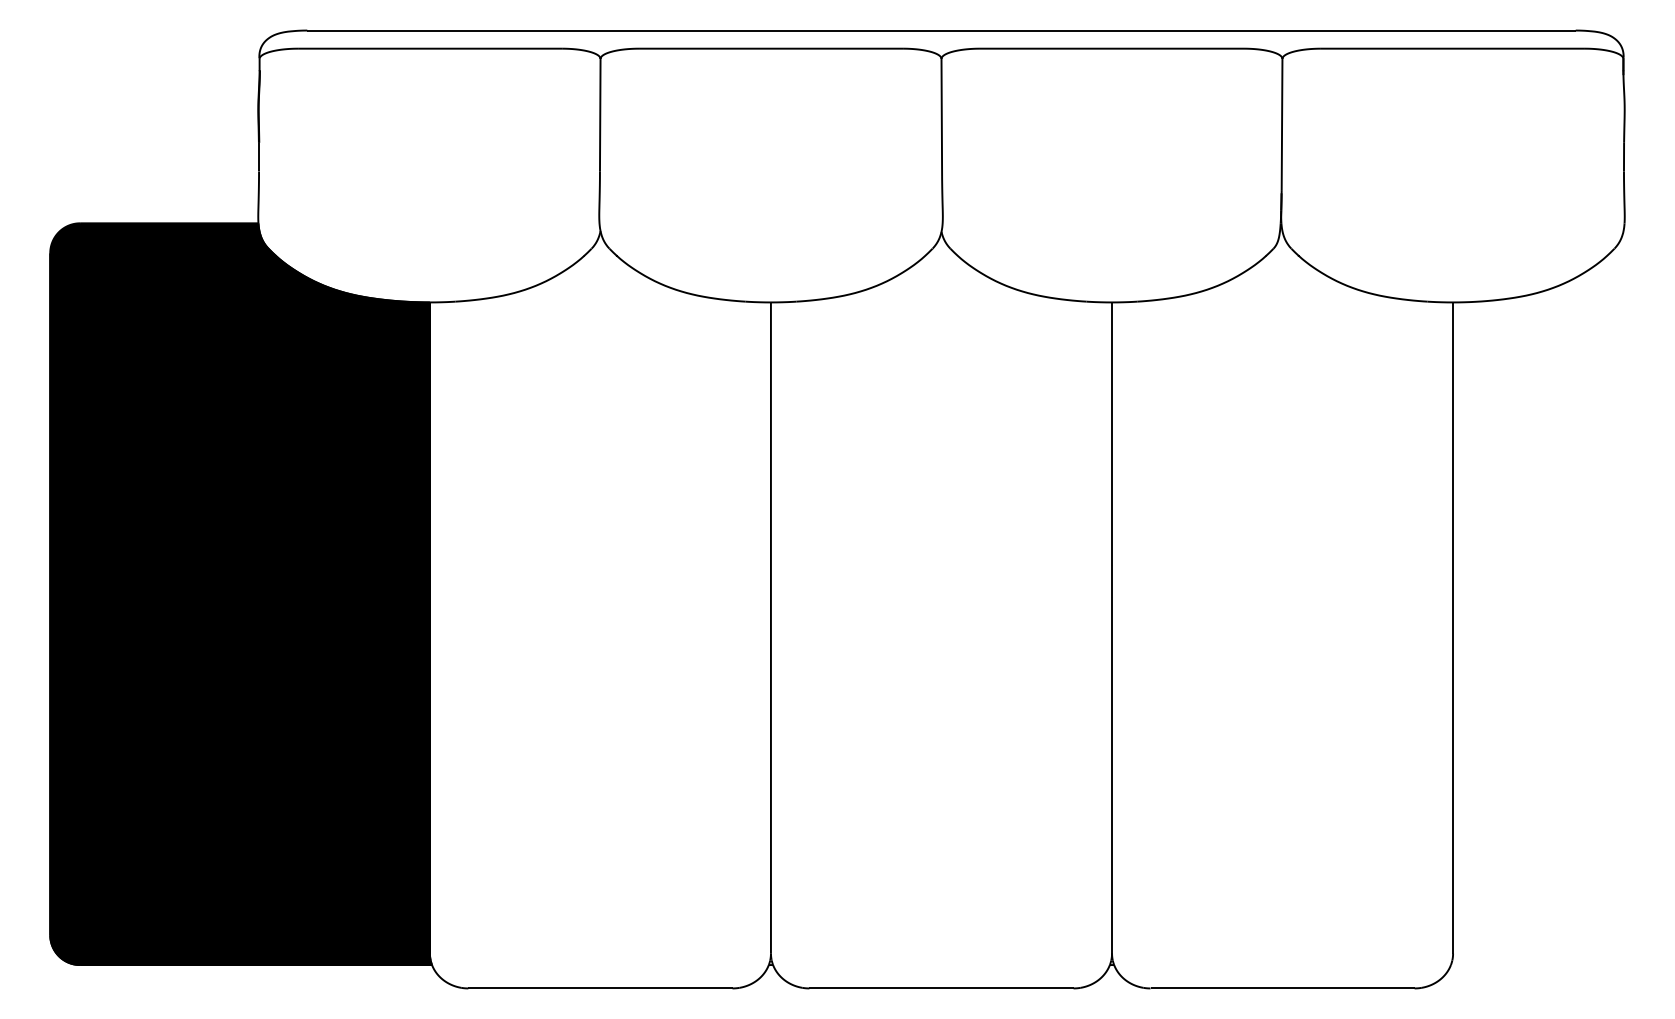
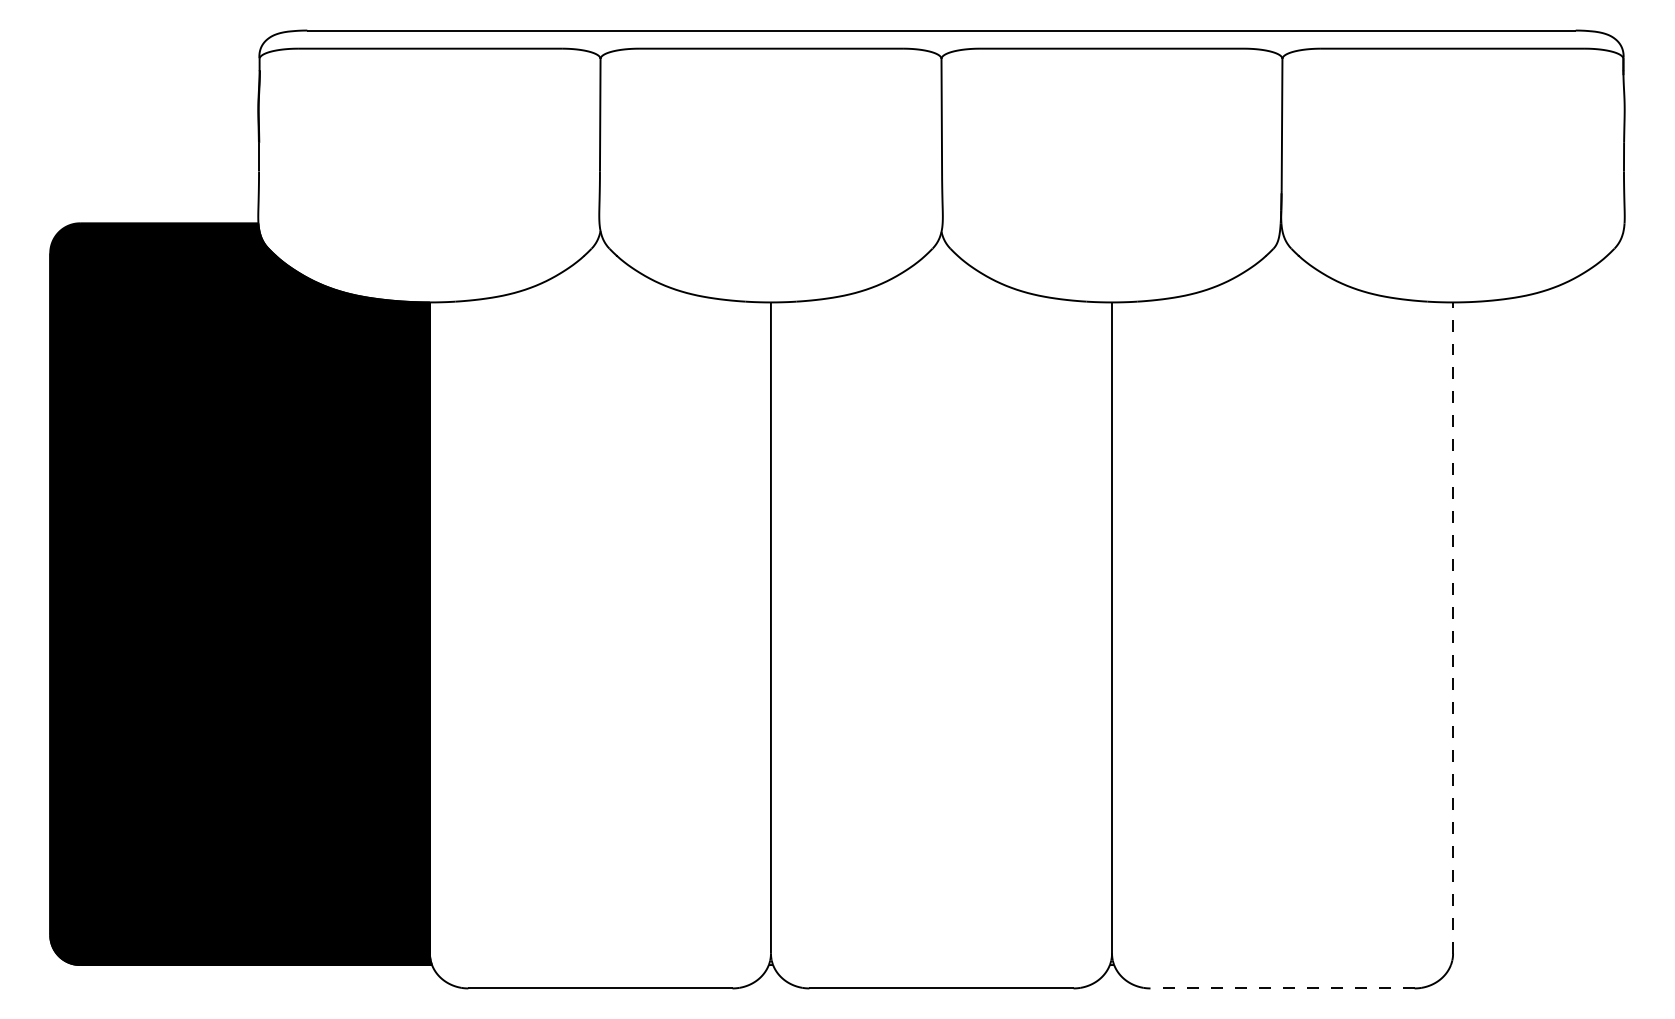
line at (1453, 628): solid -> dashed
line at (1282, 988): solid -> dashed
